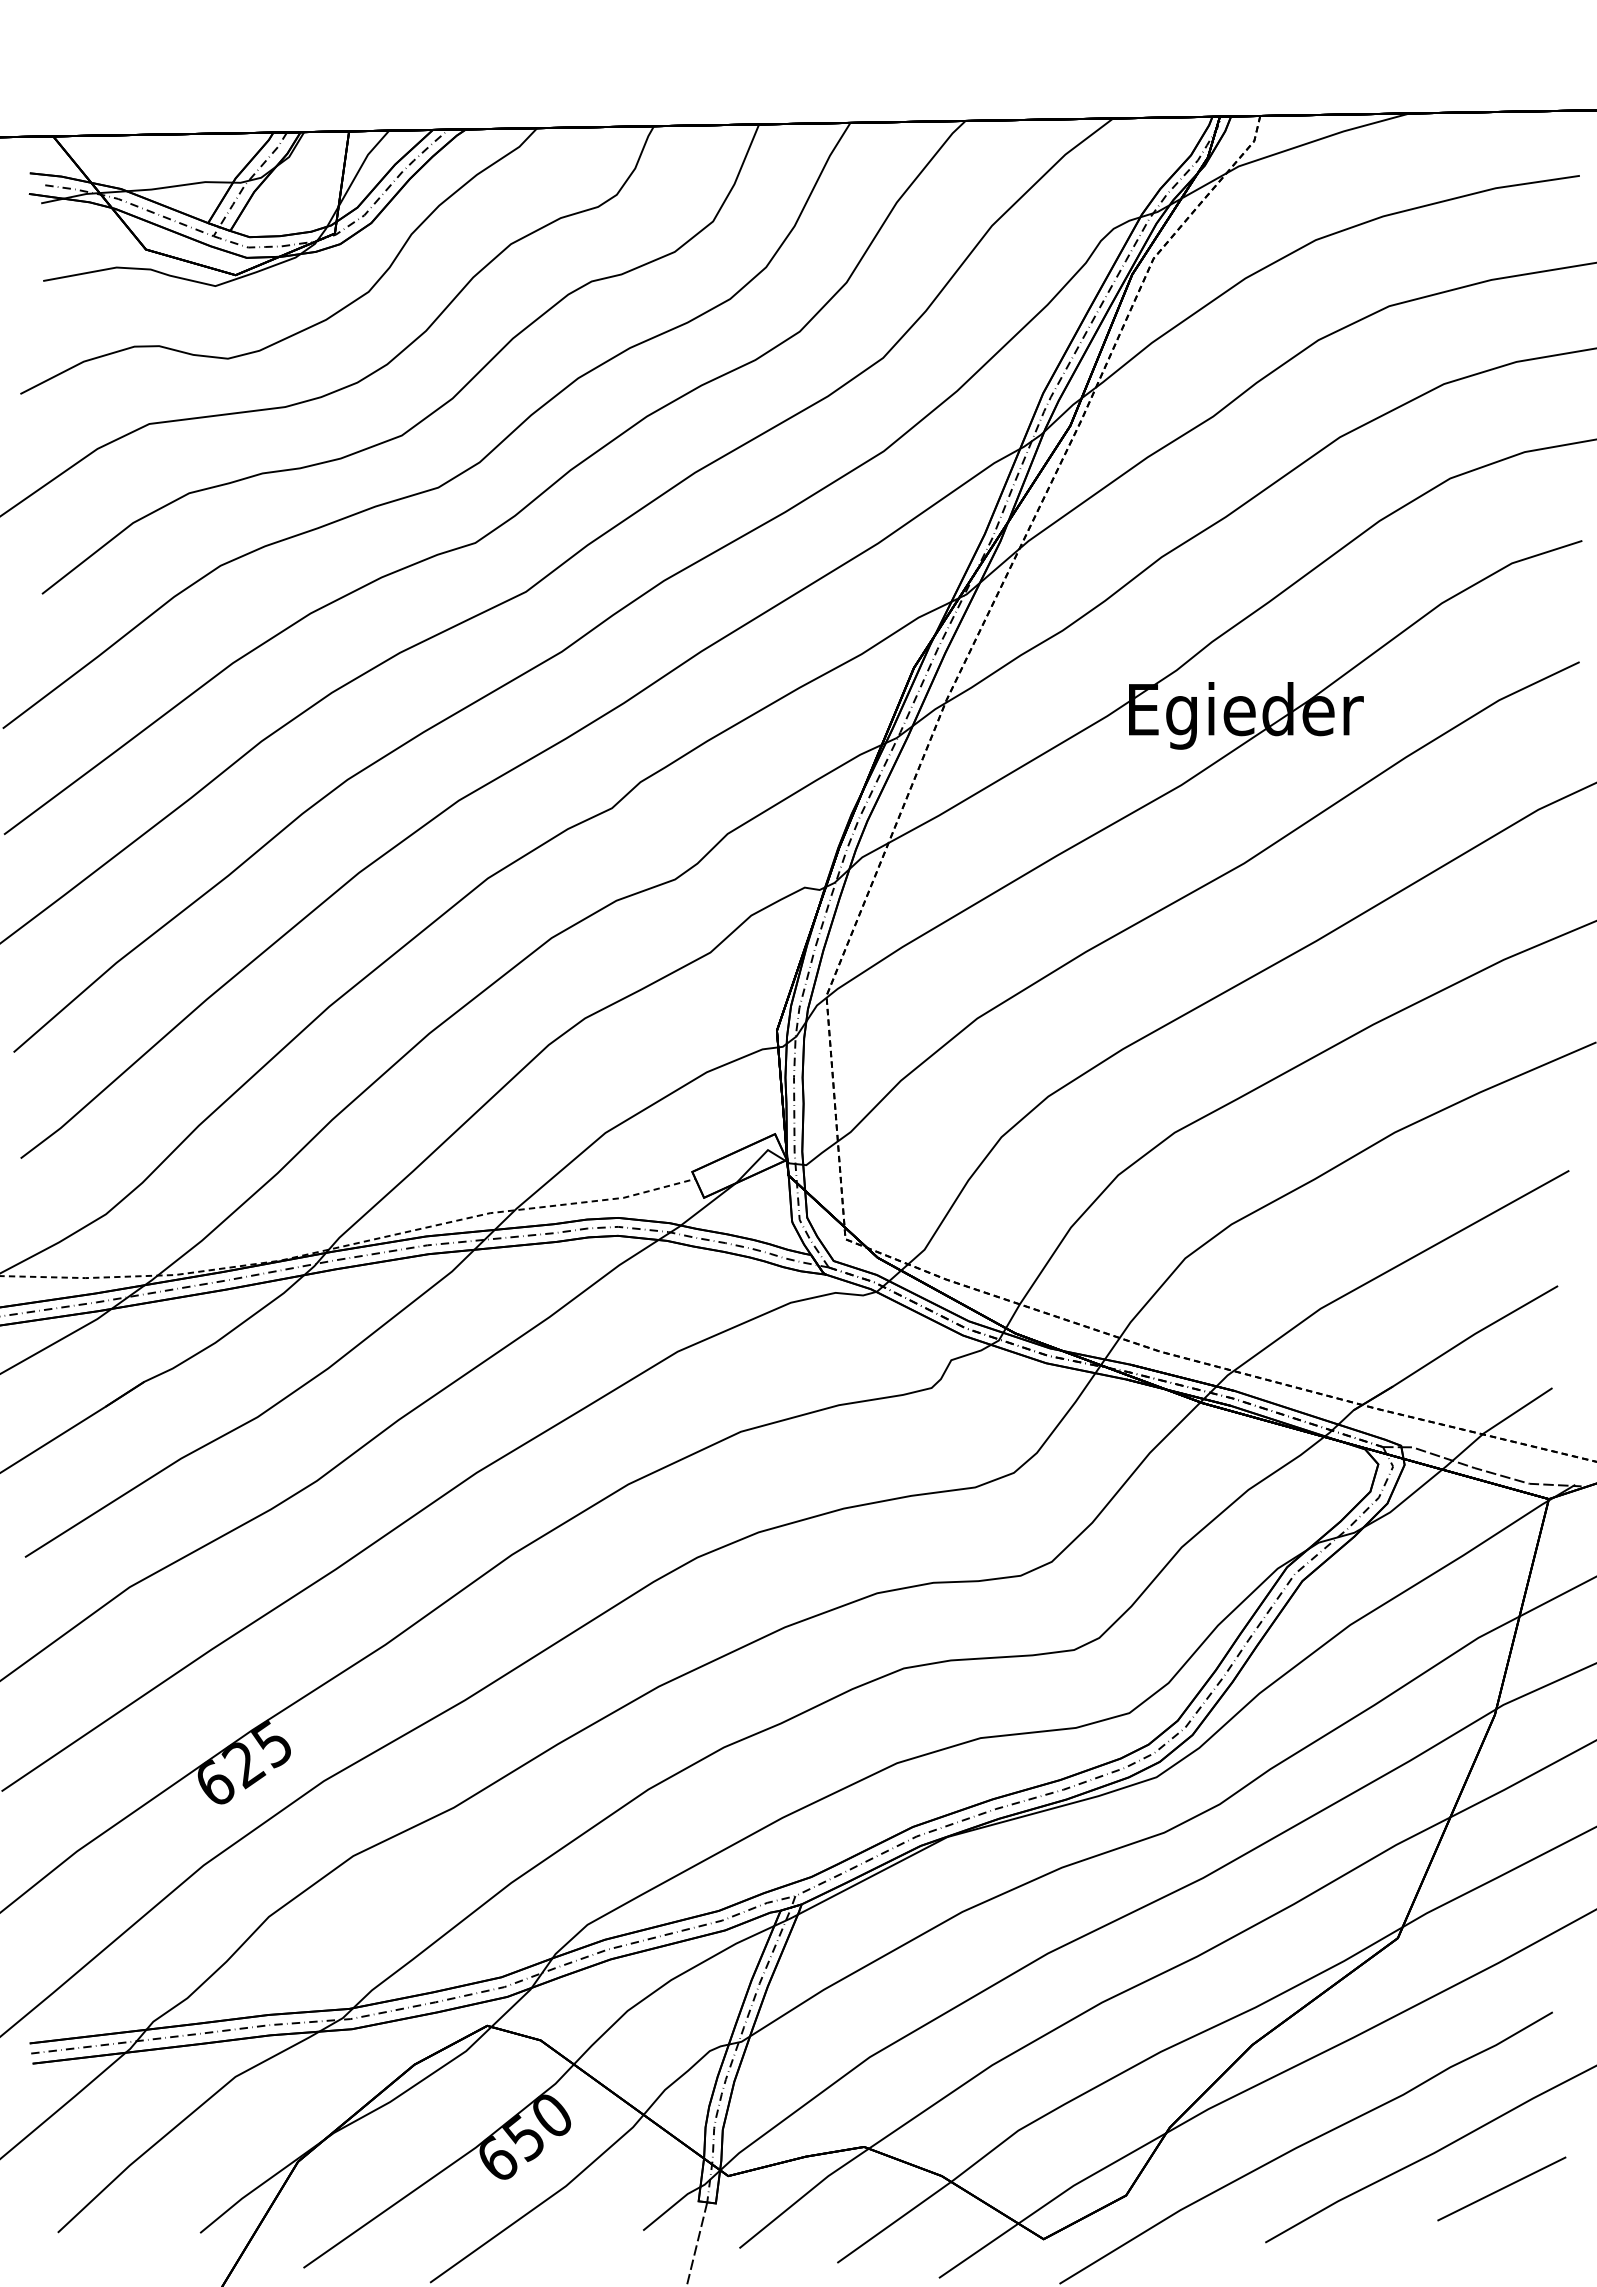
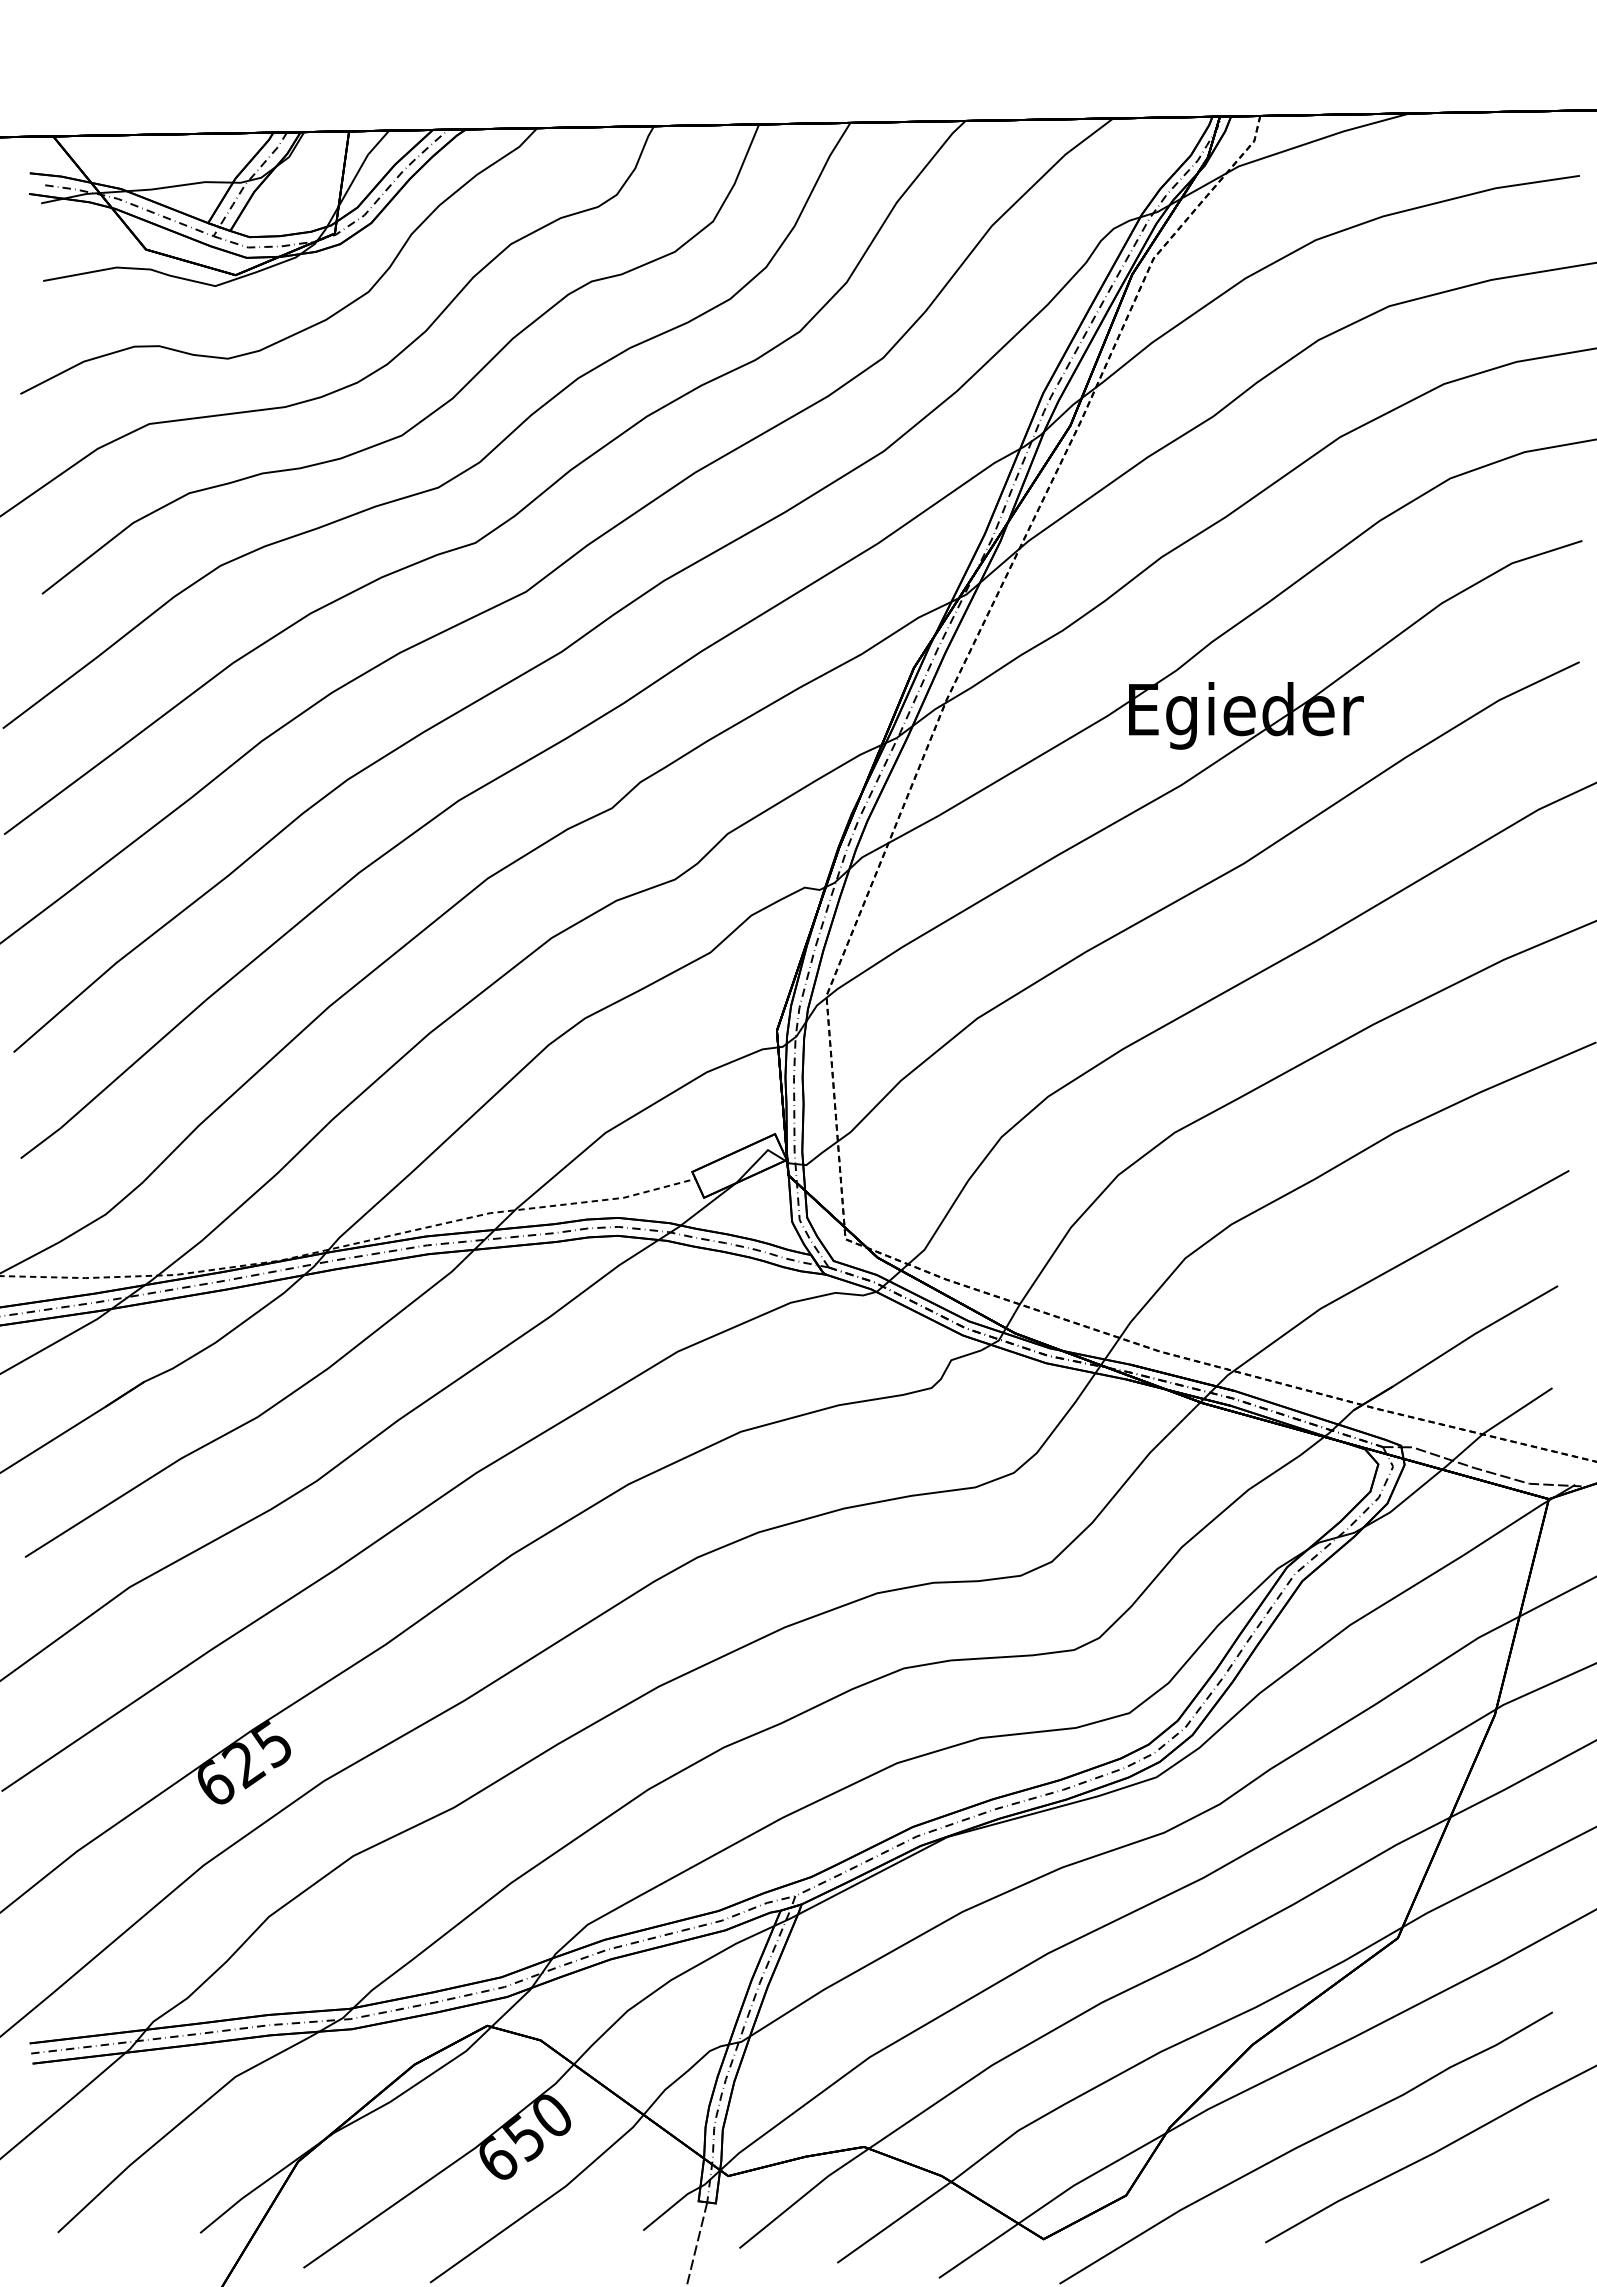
line at (1501, 2188) position: (1501, 2188) -> (1484, 2230)
